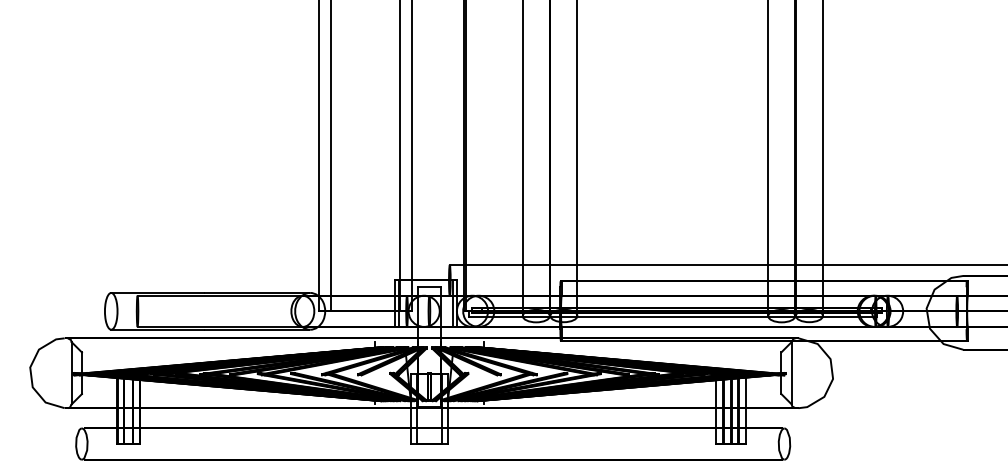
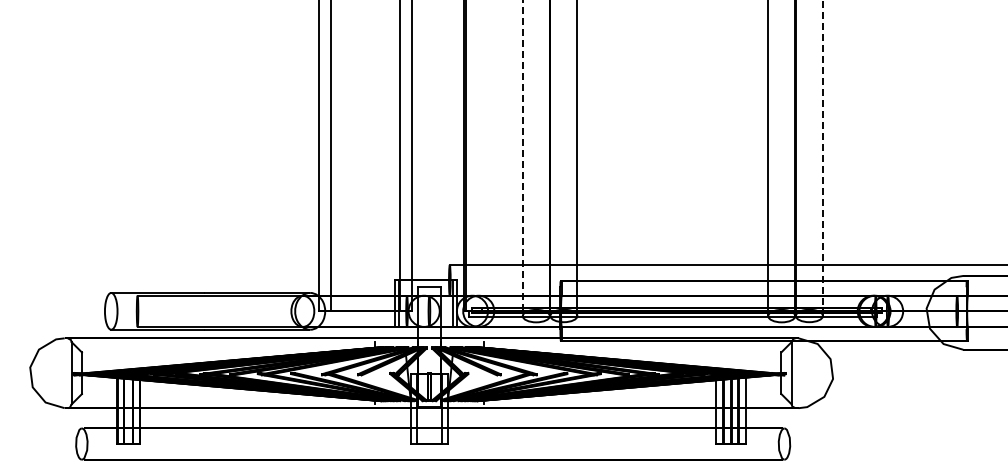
line at (522, 158): solid -> dashed
line at (822, 158): solid -> dashed
